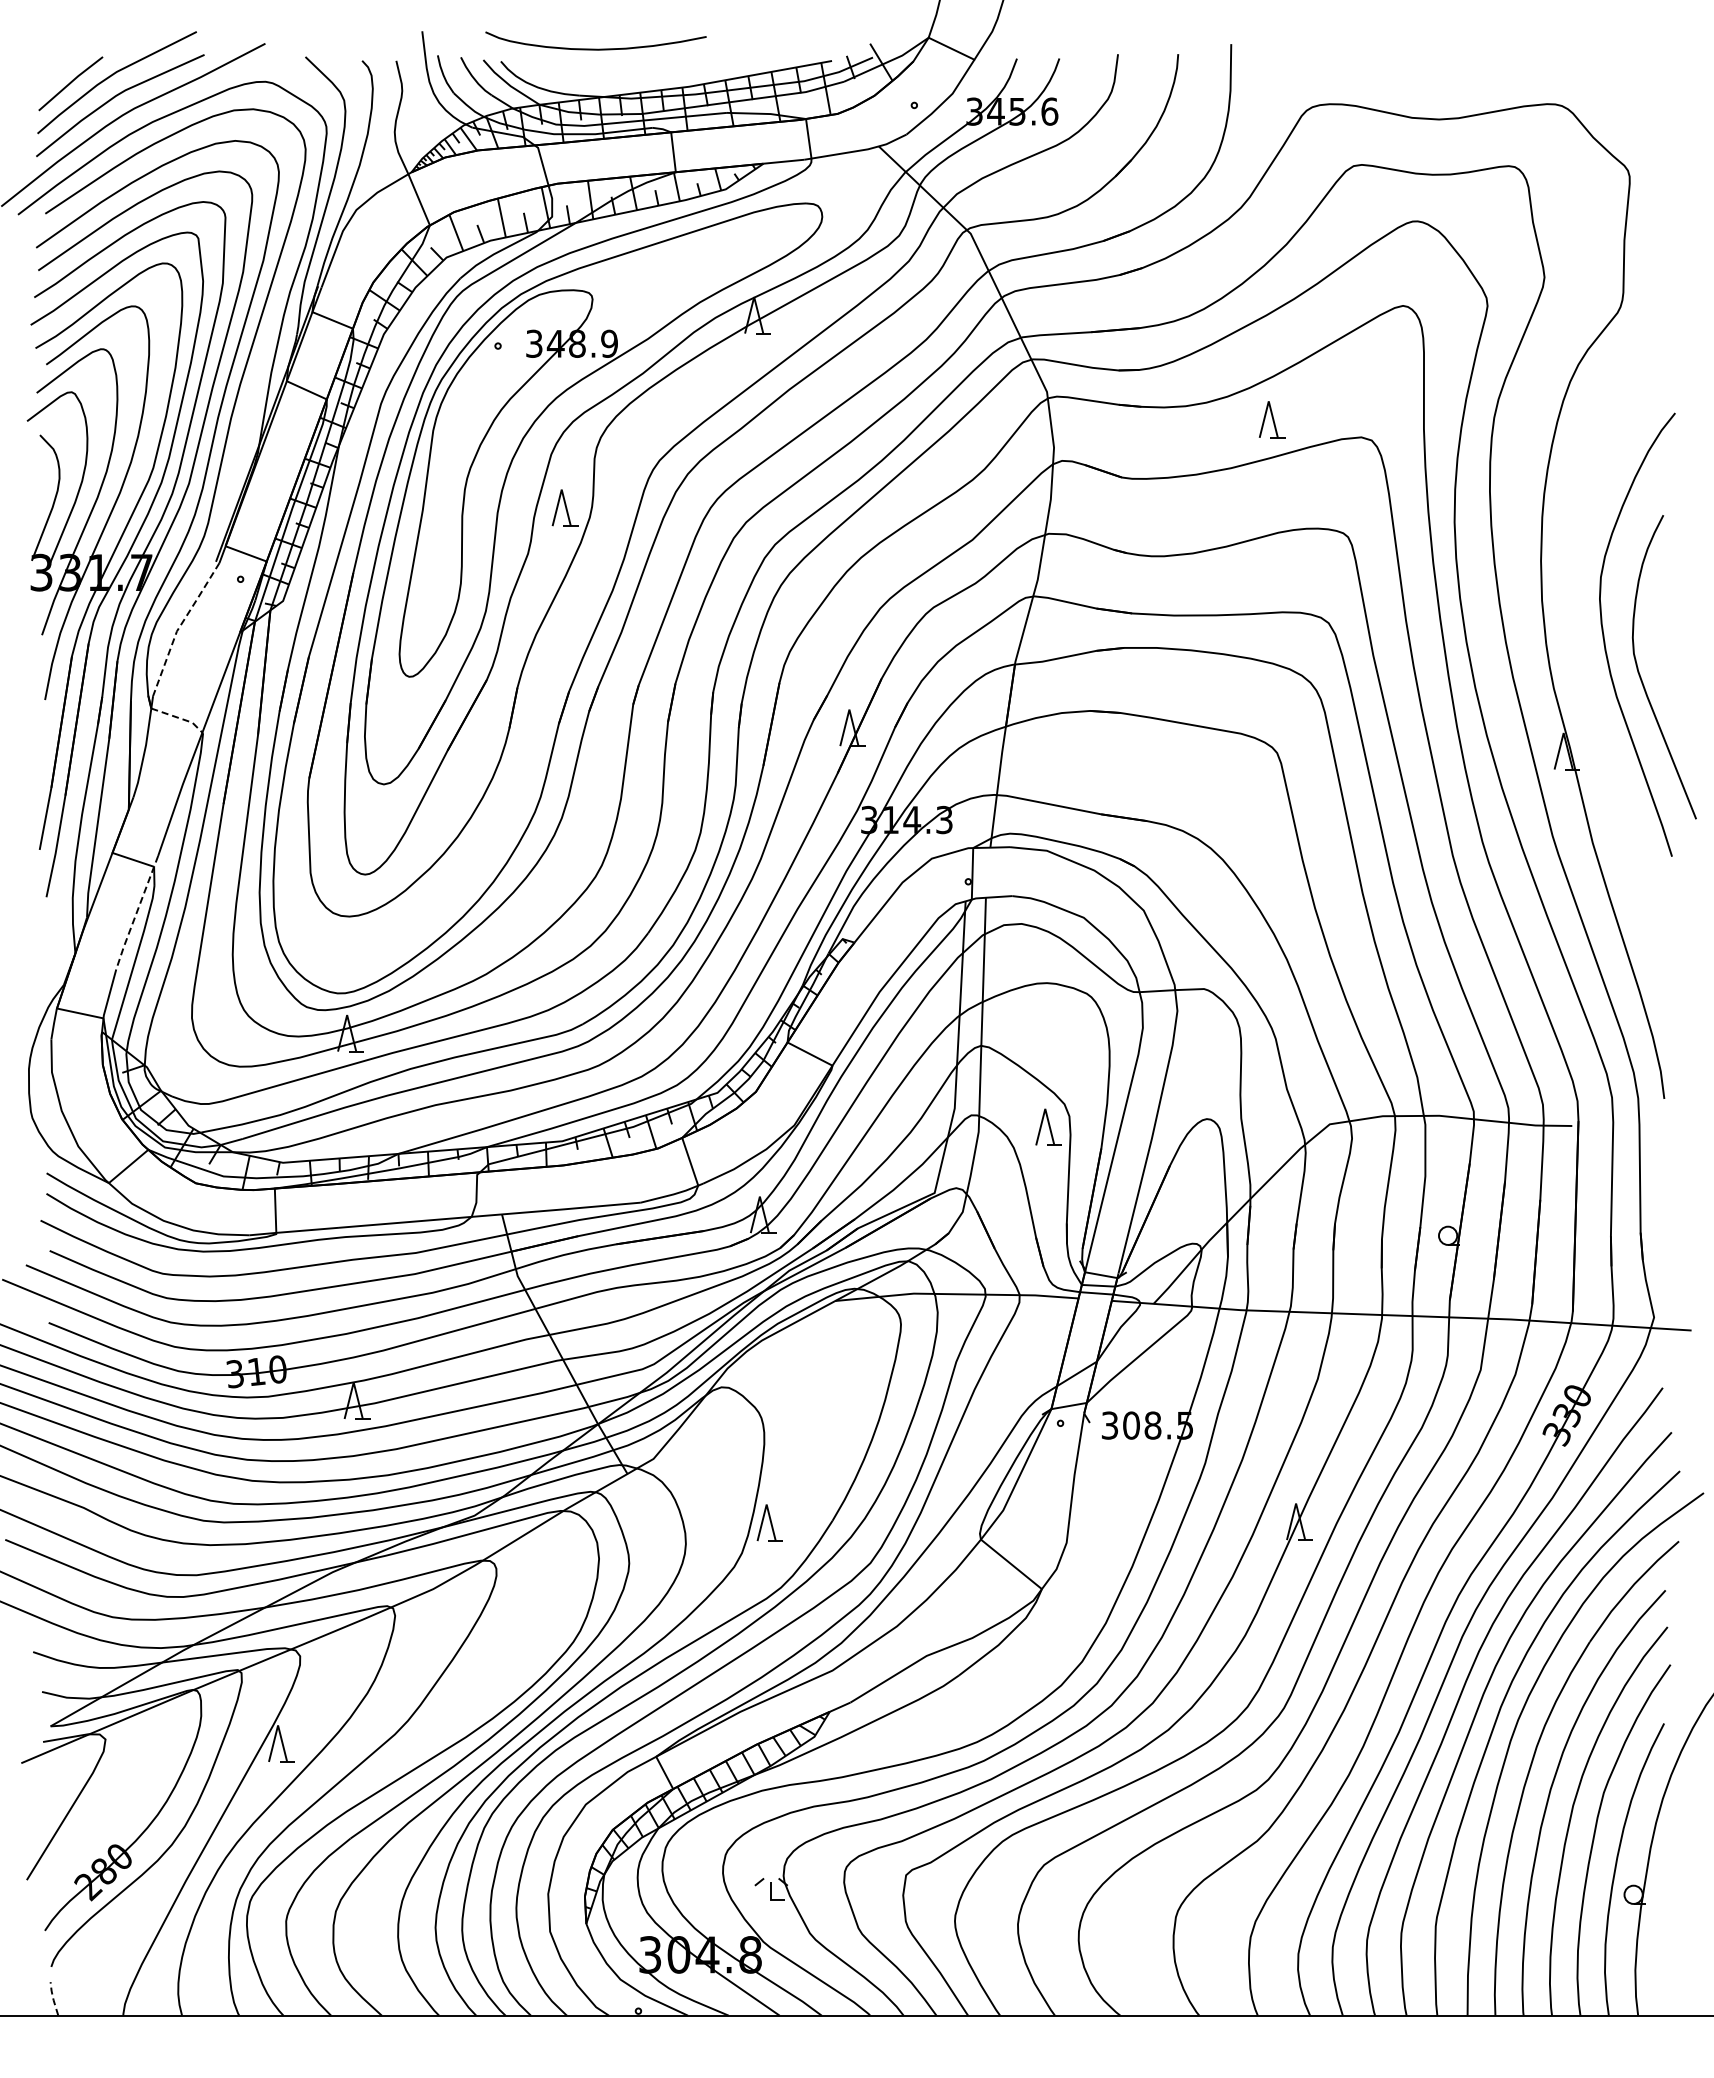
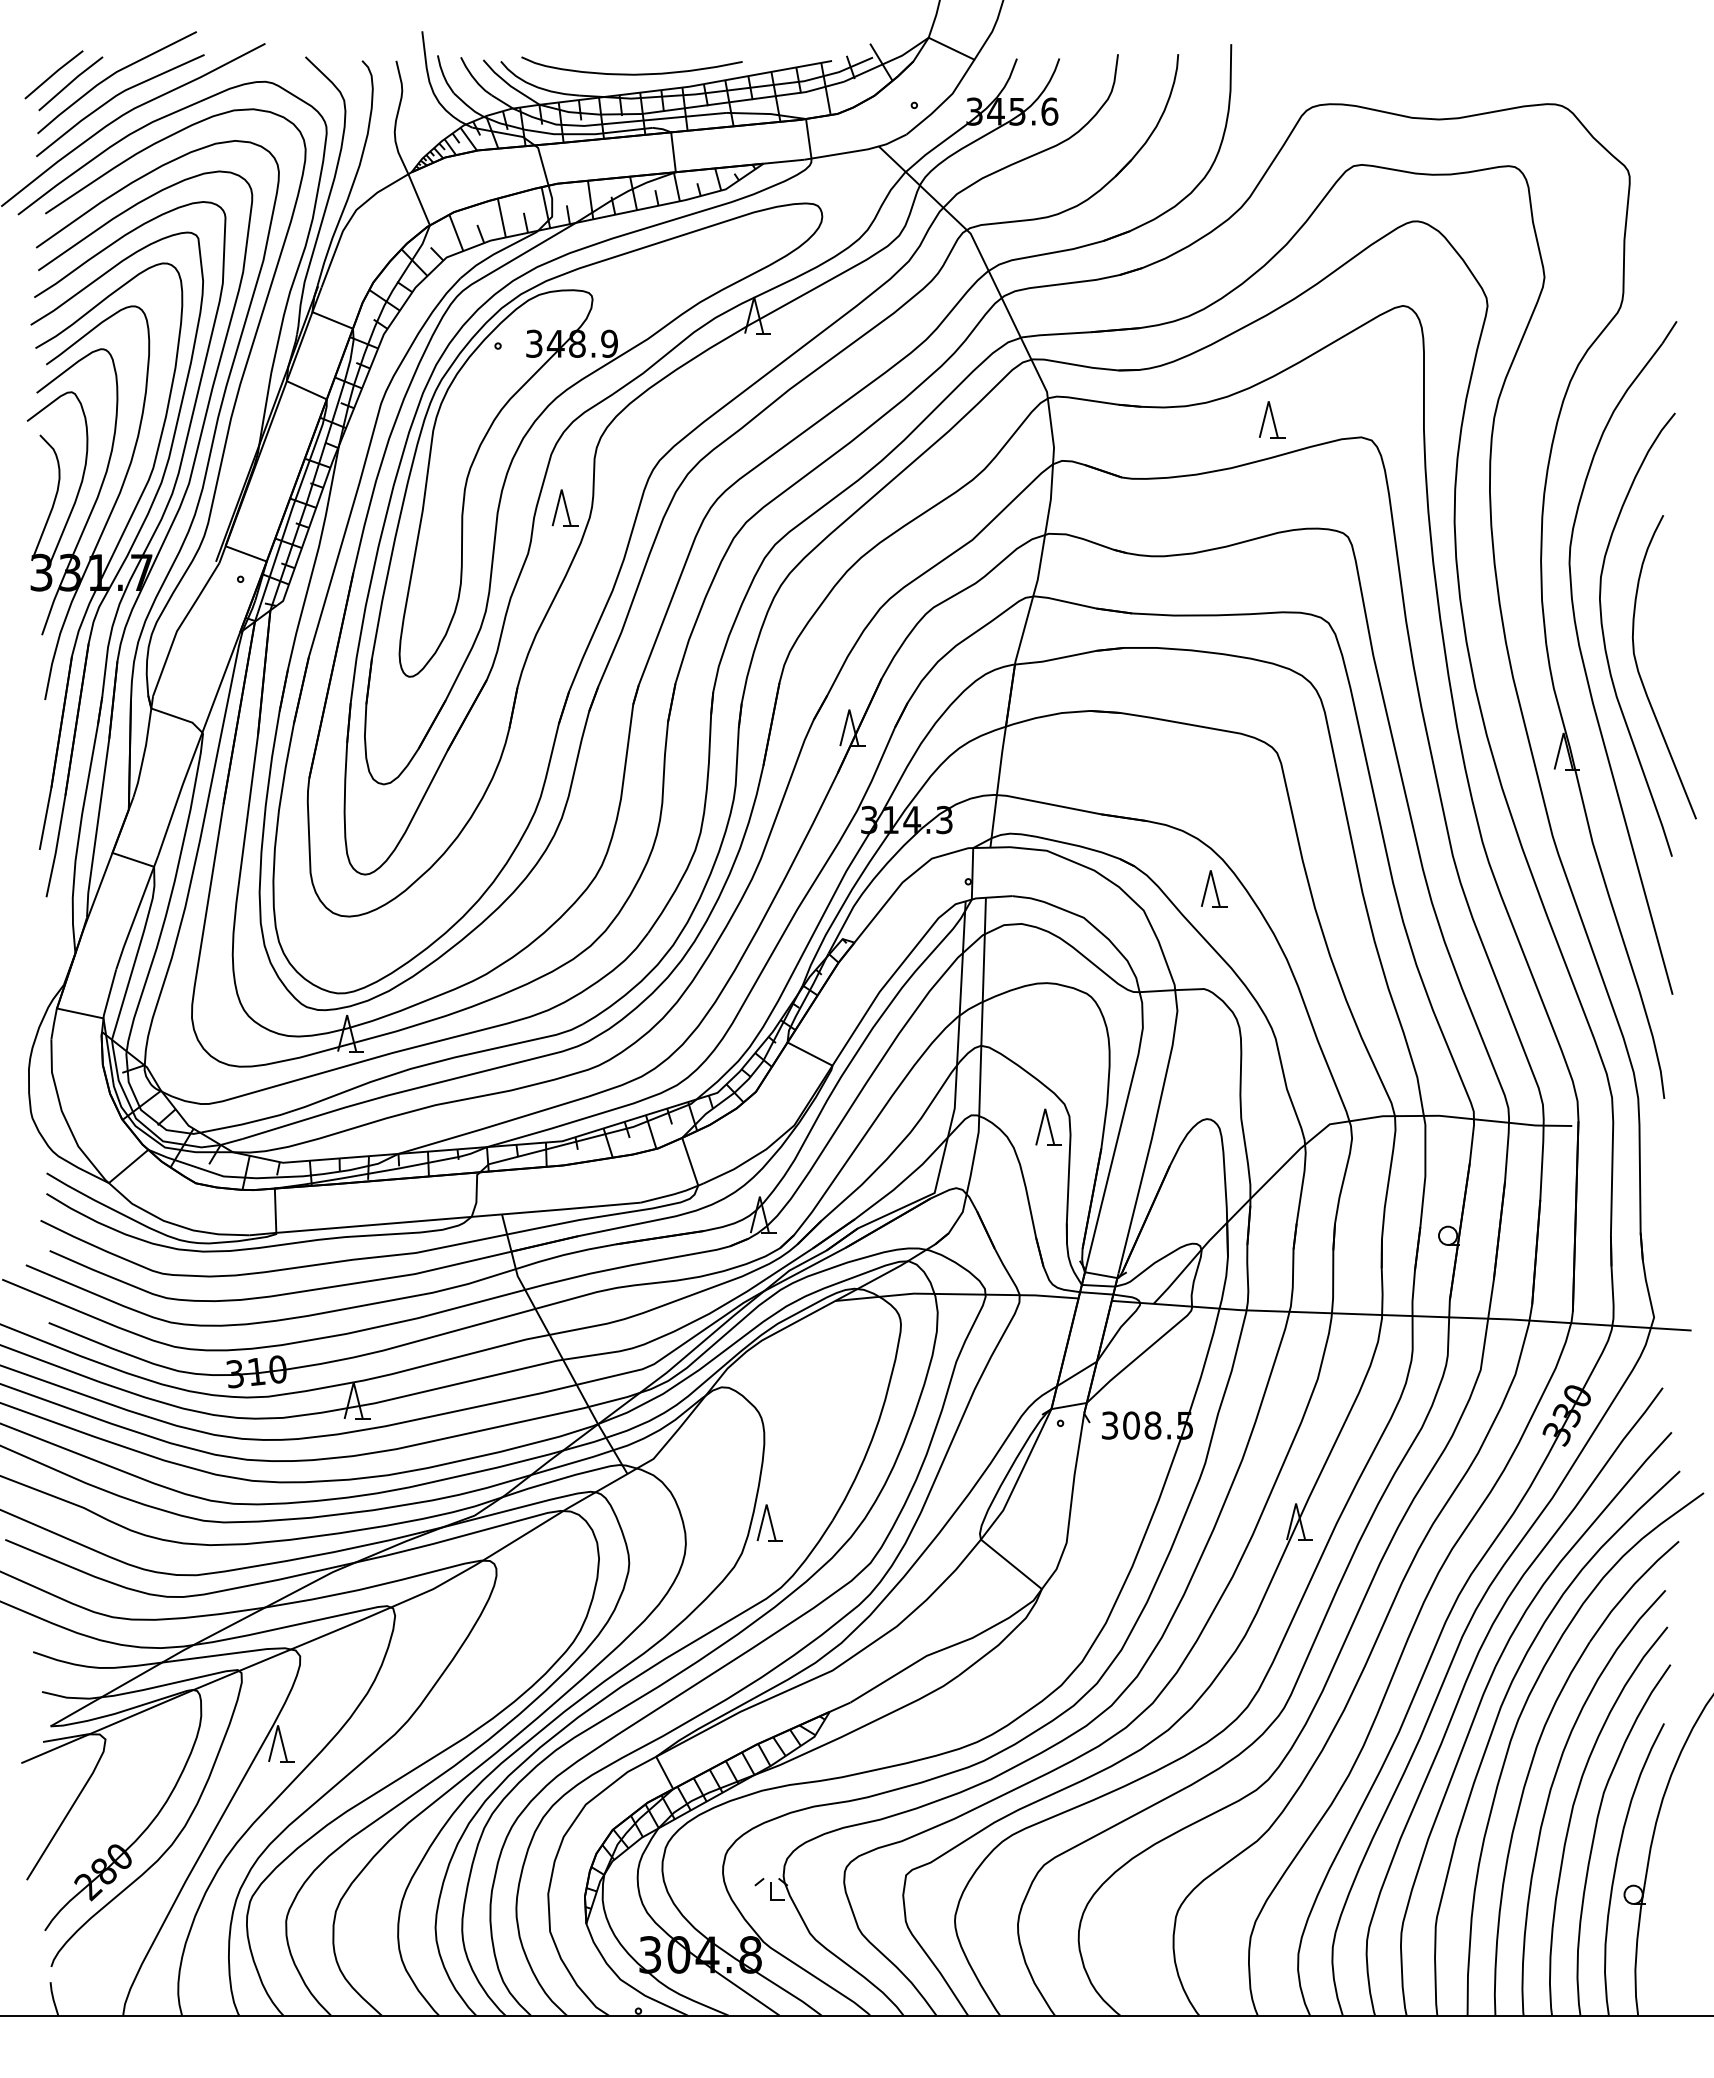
curve at (595, 48) position: (595, 48) -> (631, 73)
line at (53, 74): none -> present
line at (179, 627): dashed -> solid
part at (1585, 666): none -> present
line at (179, 718): dashed -> solid
part at (1214, 888): none -> present
line at (136, 912): dashed -> solid
line at (53, 1999): dashed -> solid
